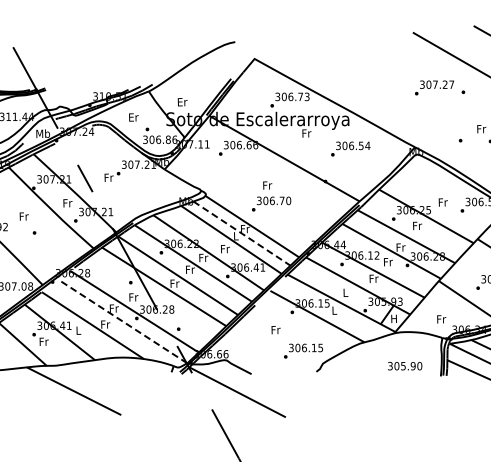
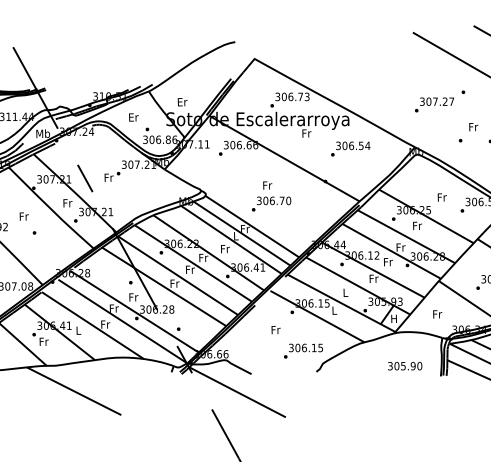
text at (434, 87) position: (434, 87) -> (434, 104)
text at (481, 129) position: (481, 129) -> (473, 127)
text at (442, 202) position: (442, 202) -> (441, 197)
line at (241, 233): dashed -> solid
text at (441, 319) position: (441, 319) -> (437, 314)
line at (122, 321): dashed -> solid
